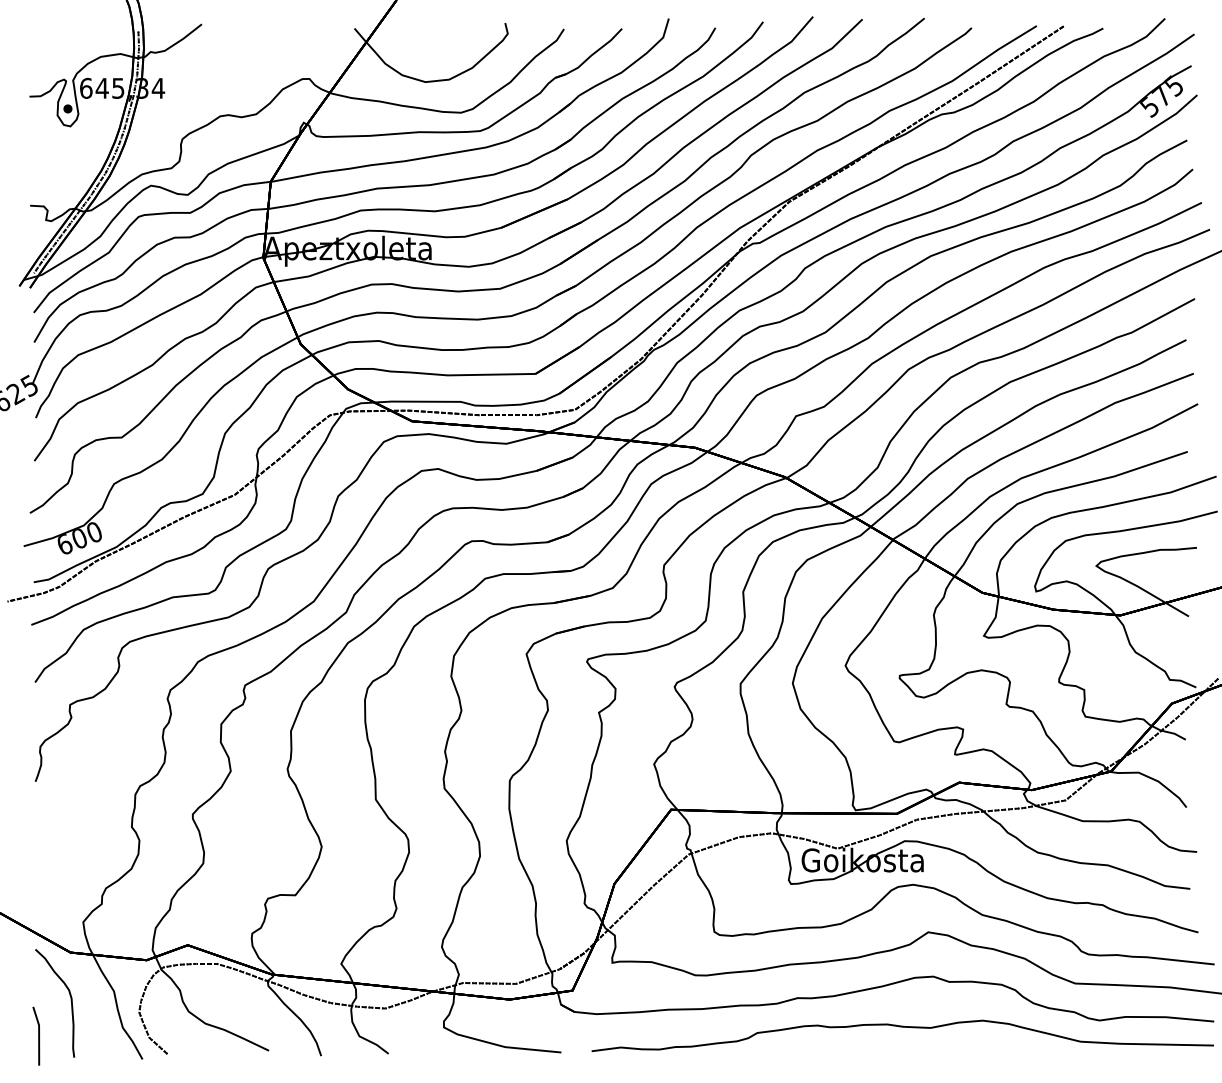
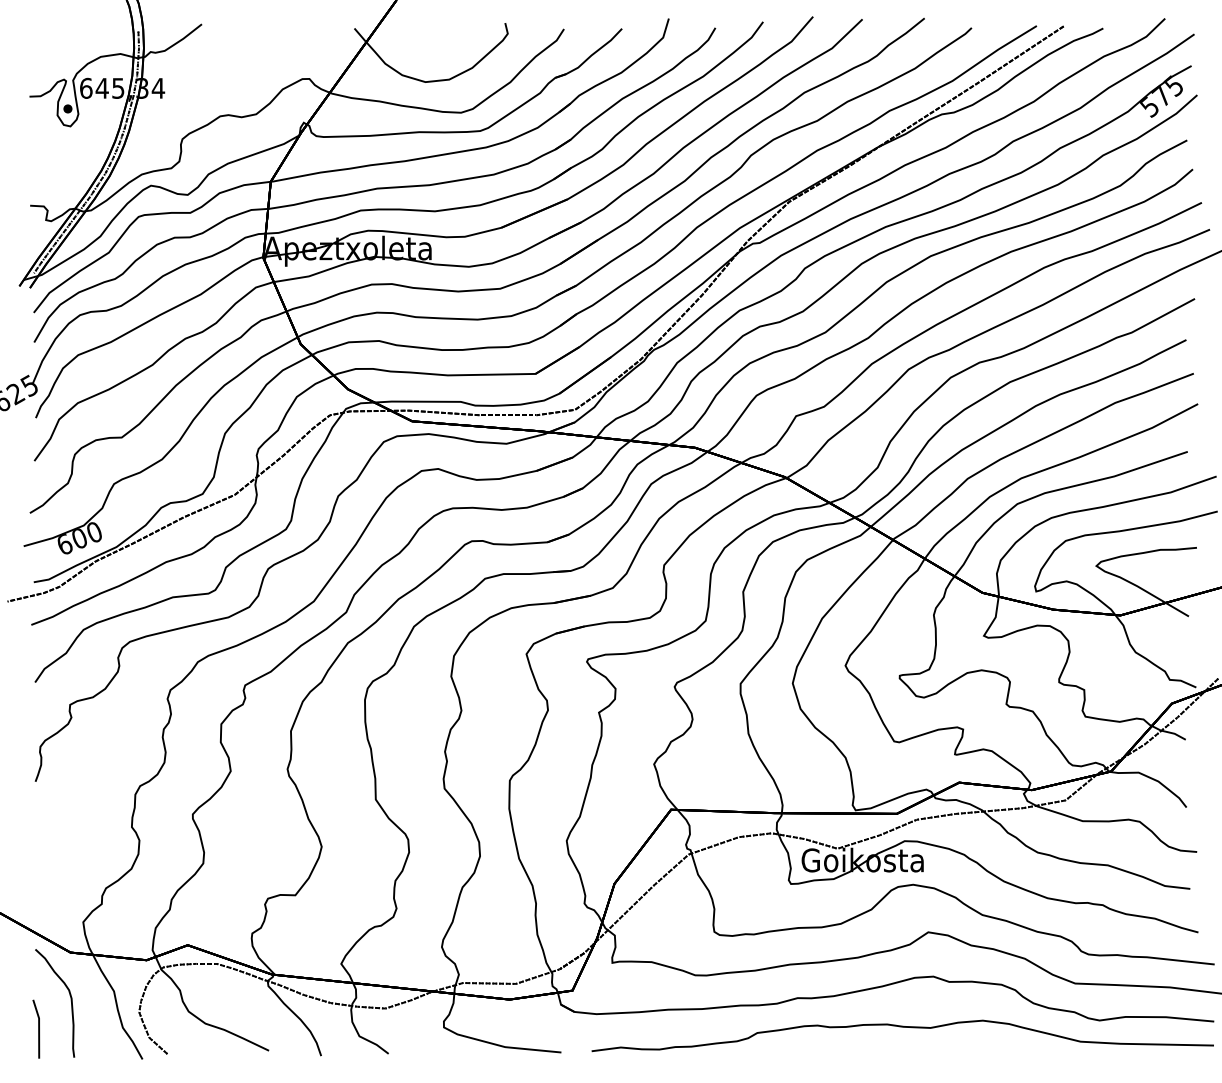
line at (38, 1035) position: (38, 1035) -> (38, 1028)
